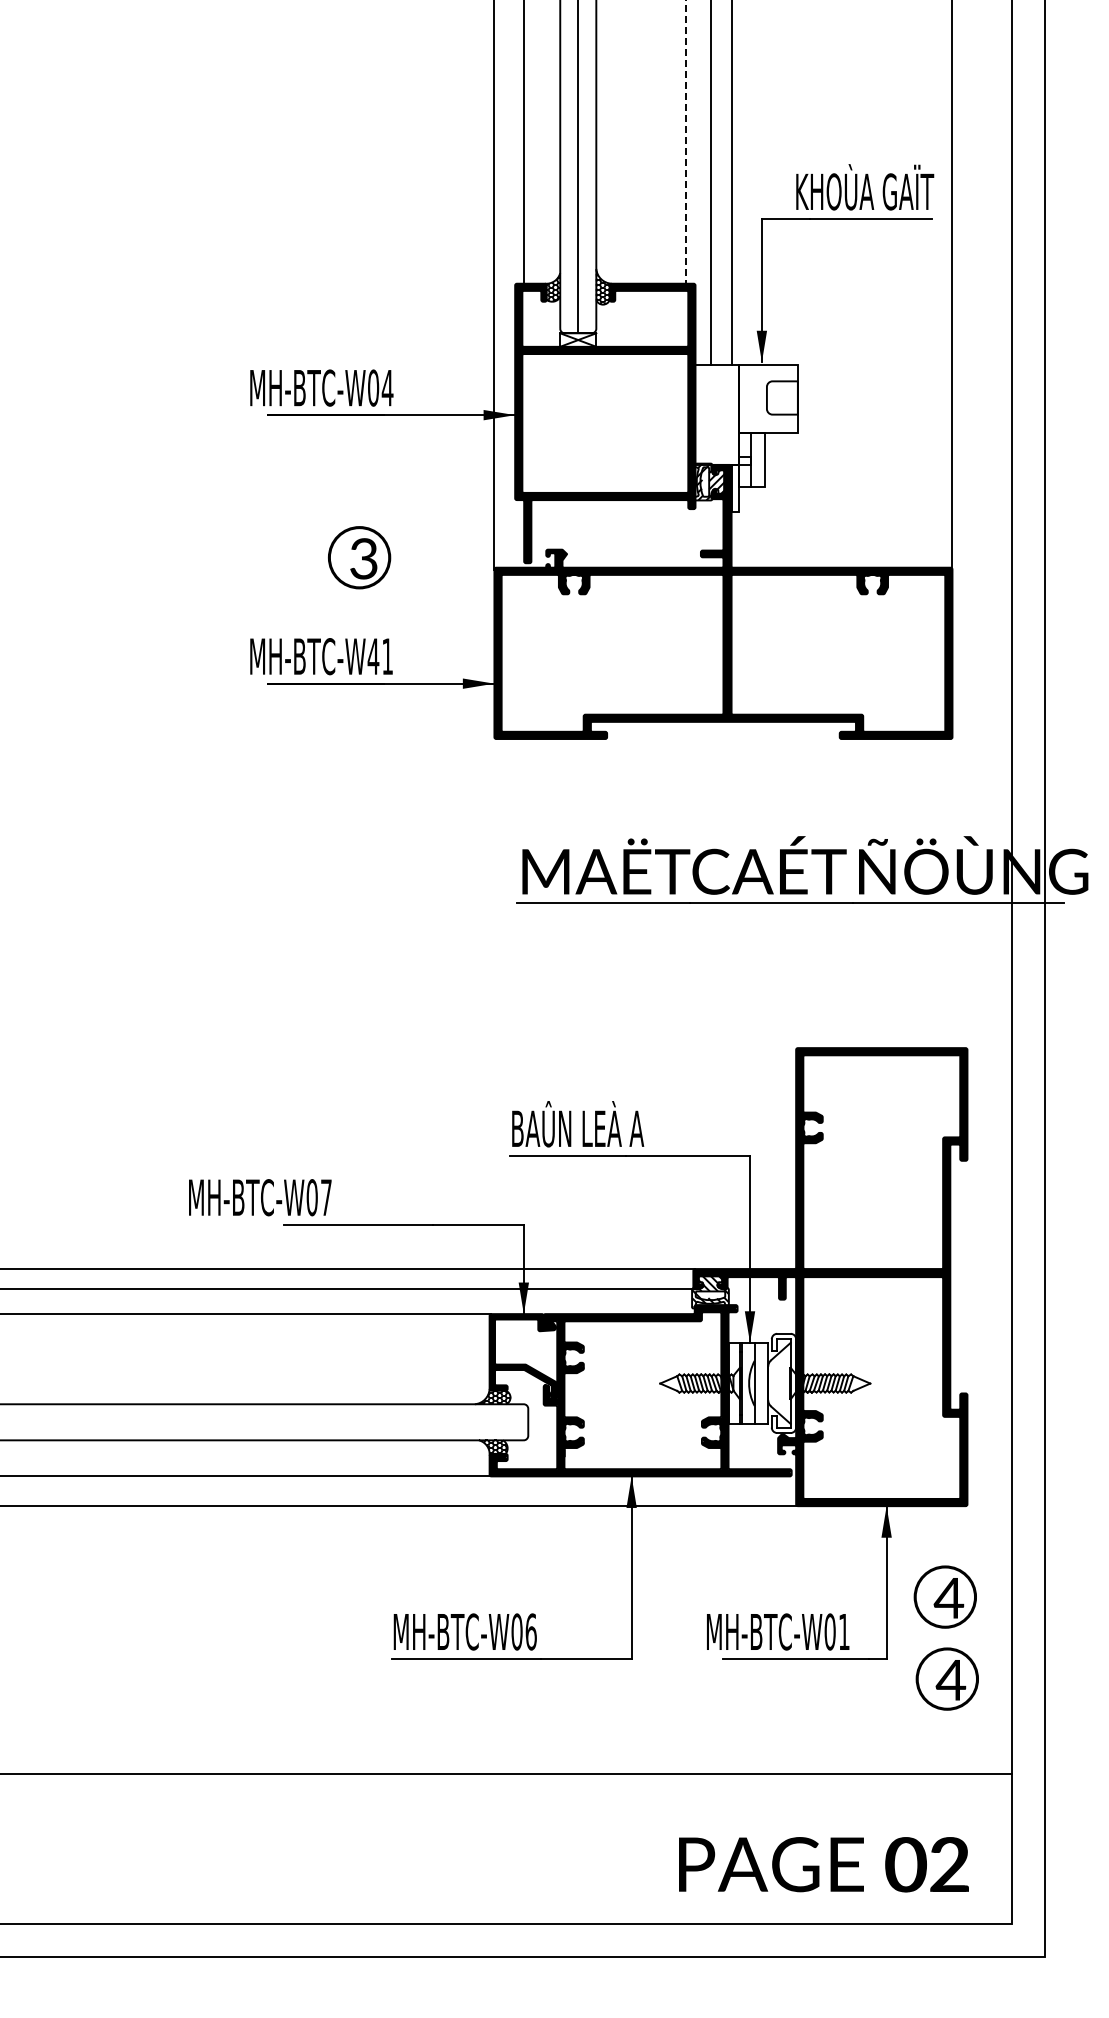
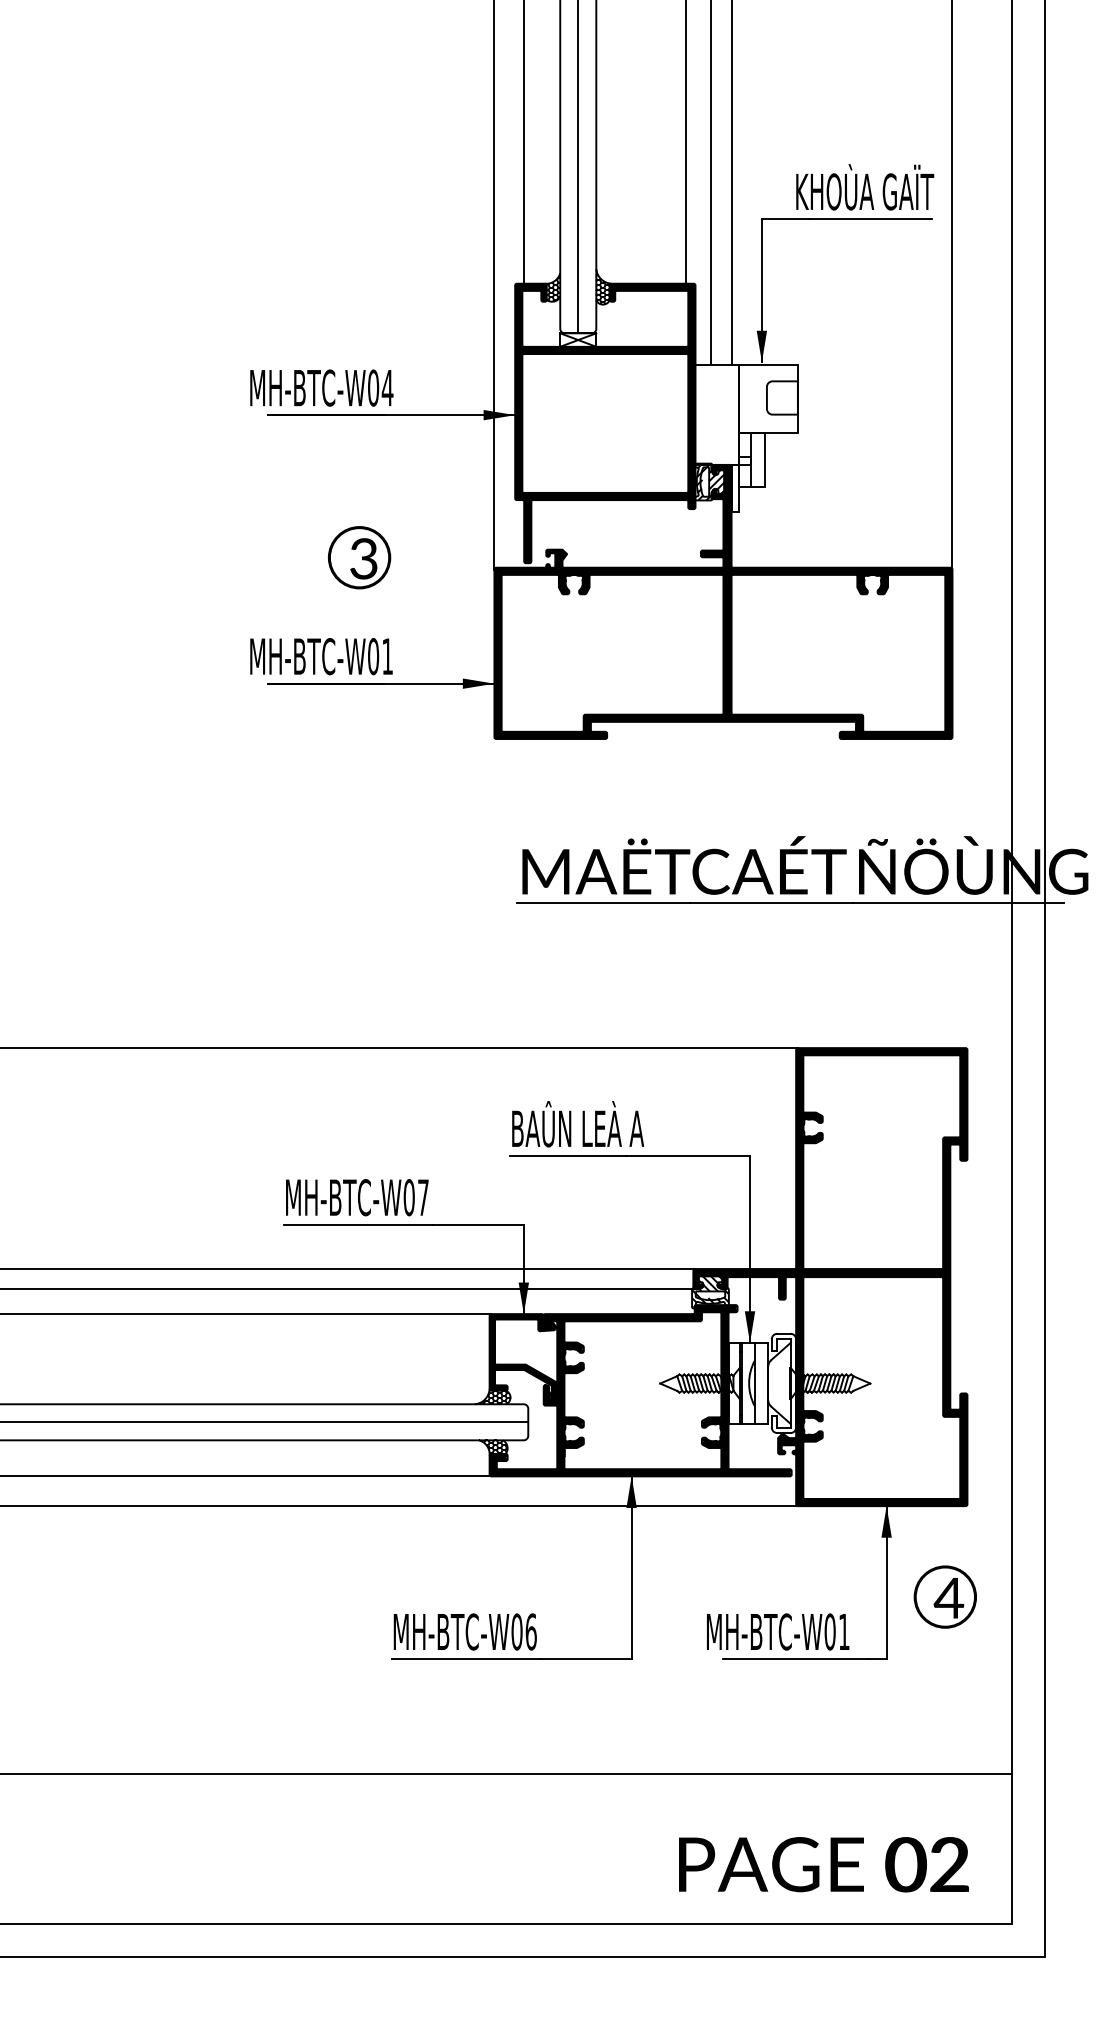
line at (686, 142): dashed -> solid
text at (373, 656): MH-BTC-W41 -> MH-BTC-W01
line at (399, 1048): none -> present
text at (260, 1197) position: (260, 1197) -> (357, 1197)
line at (265, 1422): none -> present
part at (946, 1678): present -> none
